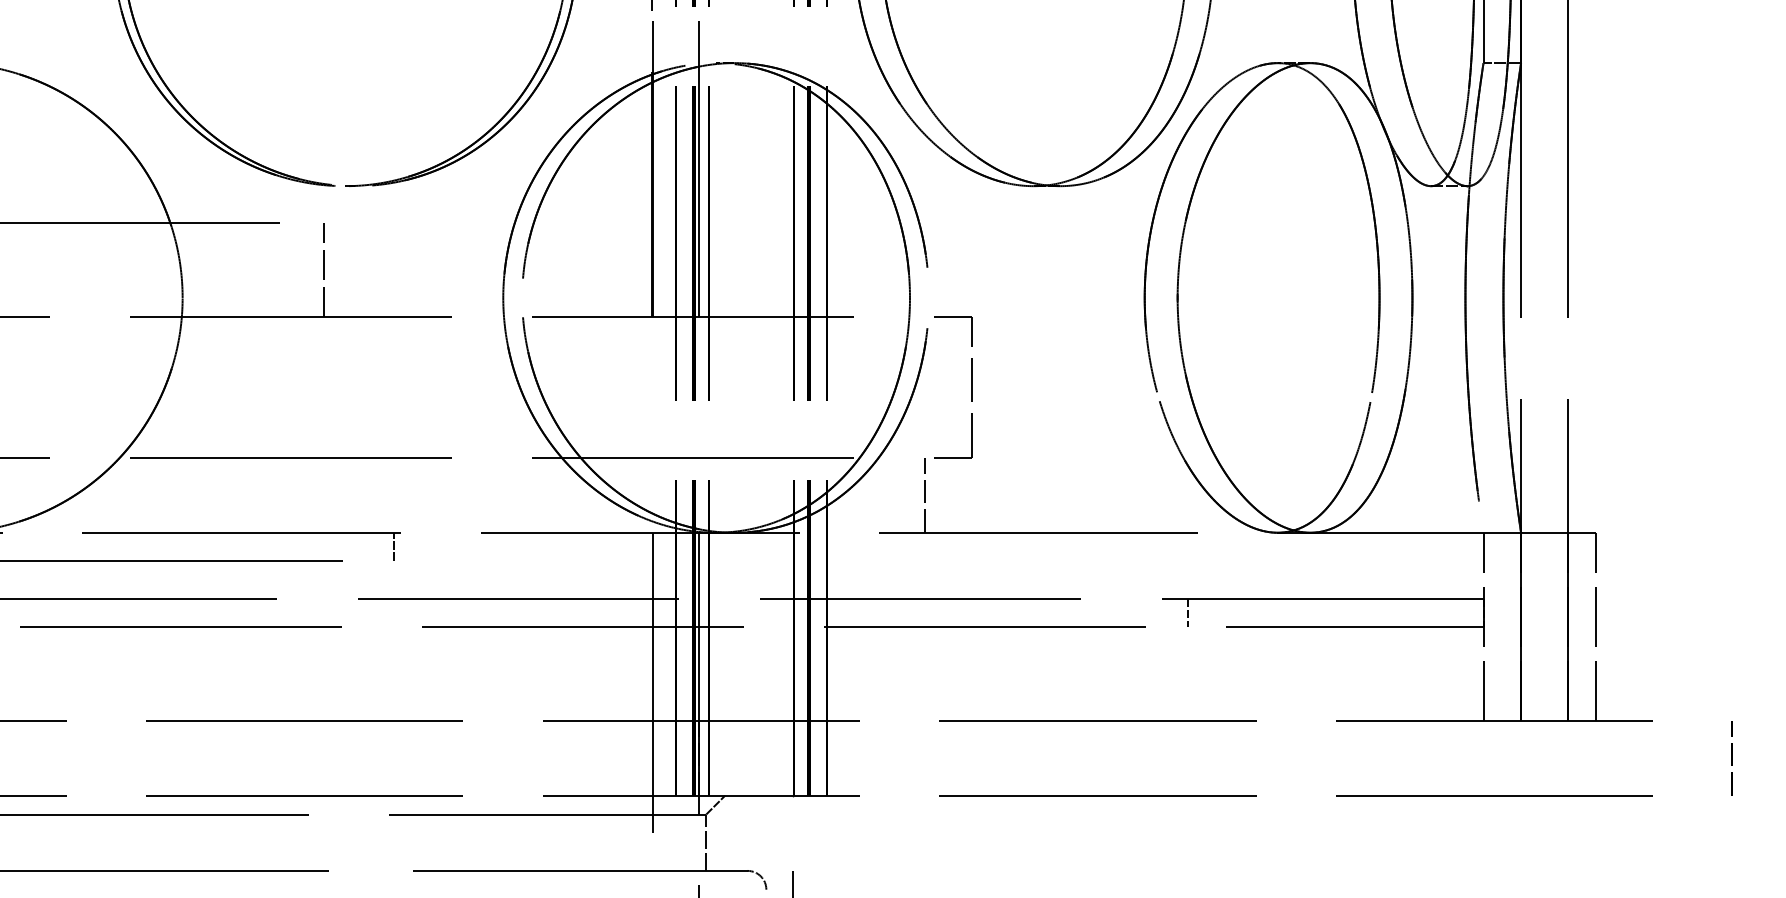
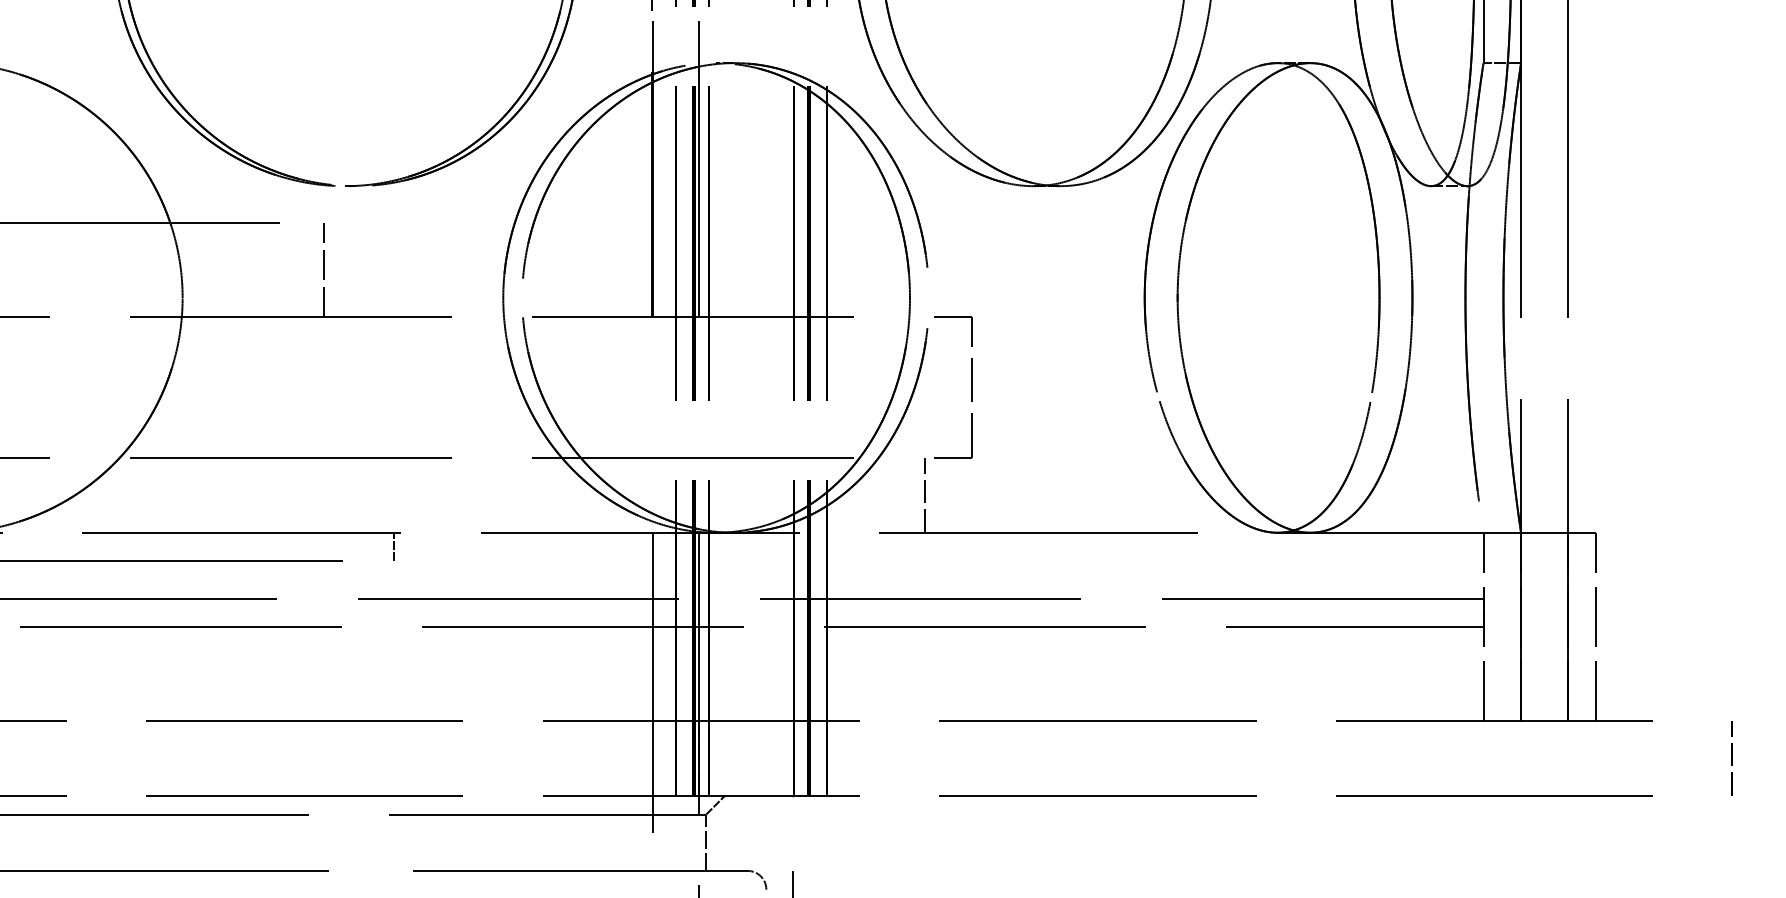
line at (1187, 612): present -> none
